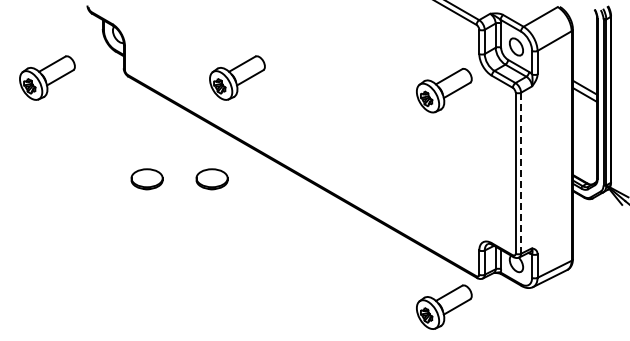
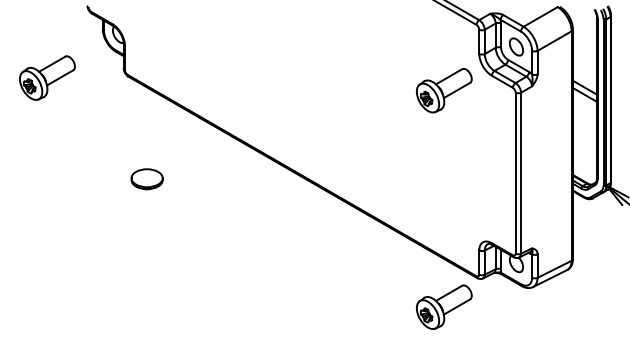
part at (237, 77): present -> none
line at (521, 173): dashed -> solid
part at (211, 179): present -> none
